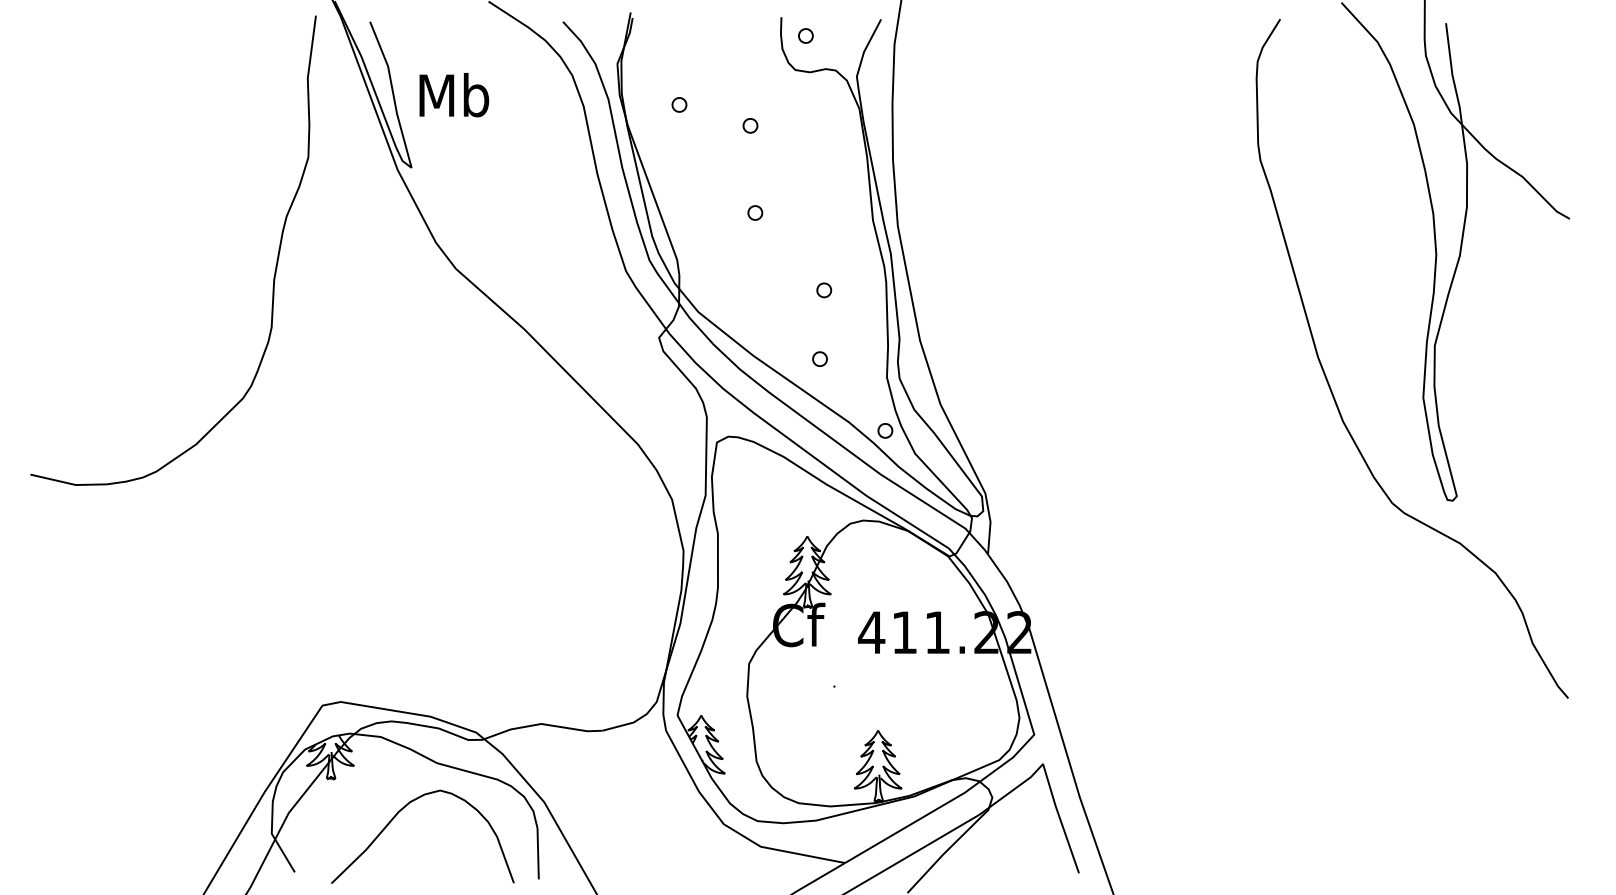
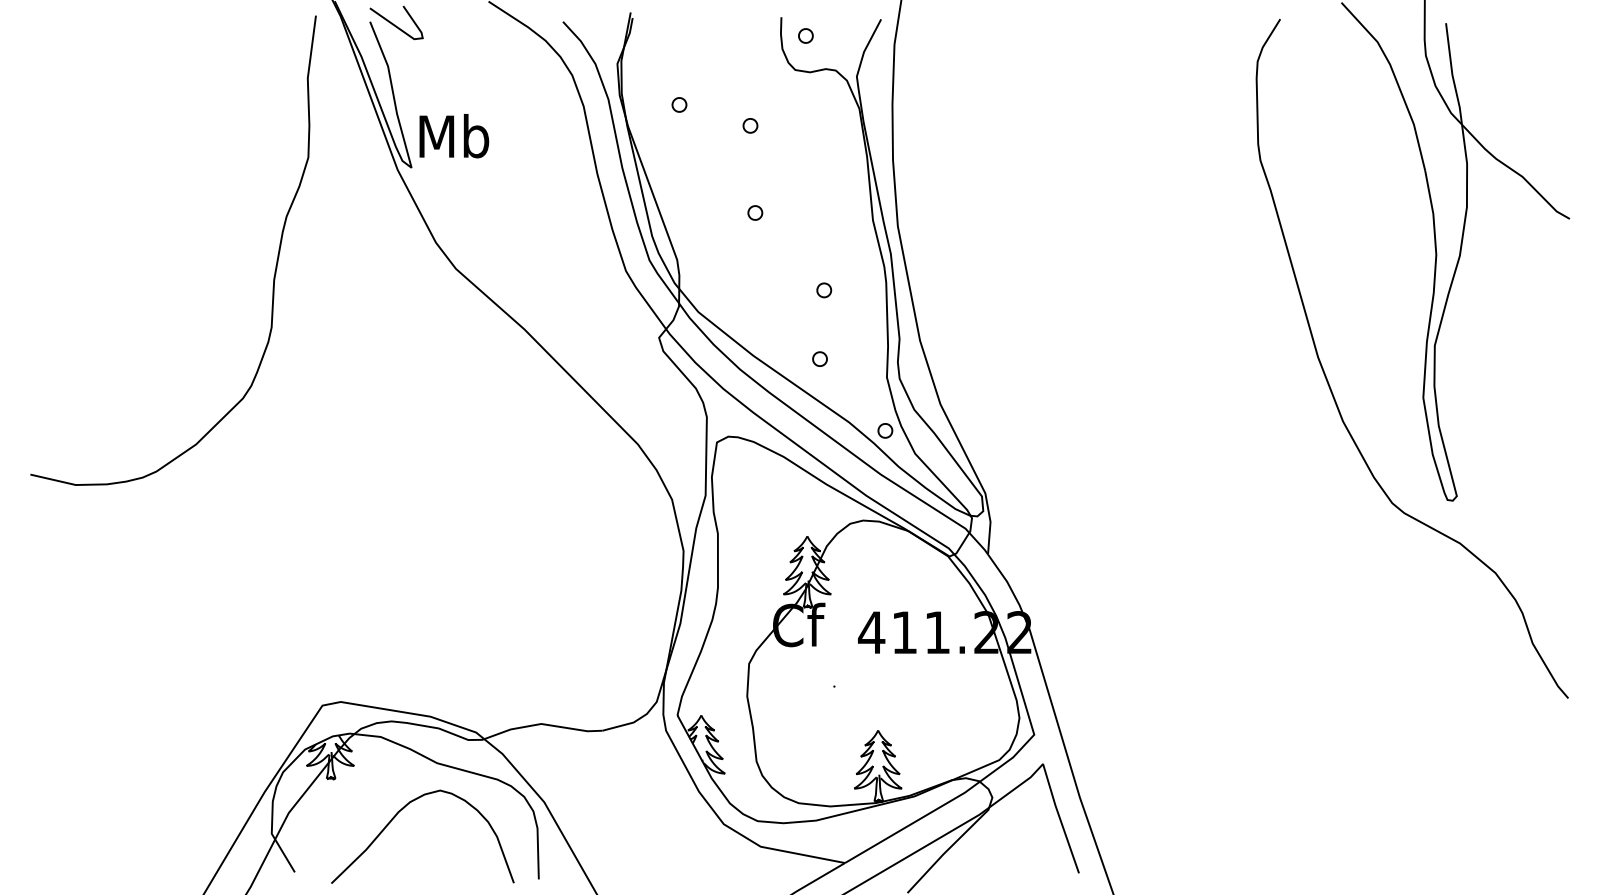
line at (395, 24): none -> present
text at (454, 95) position: (454, 95) -> (454, 136)
